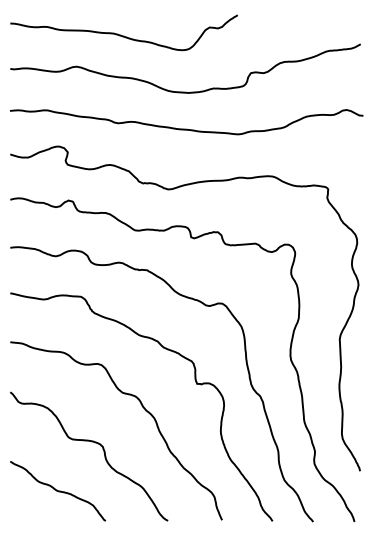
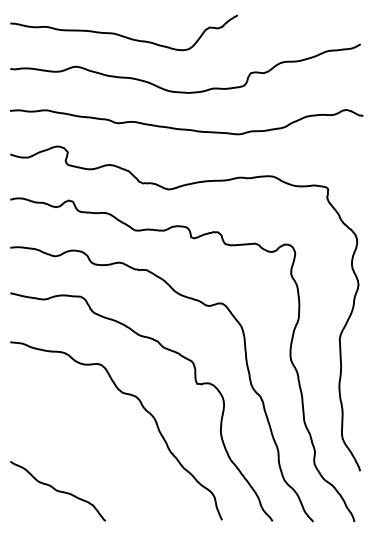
curve at (91, 442): present -> none
